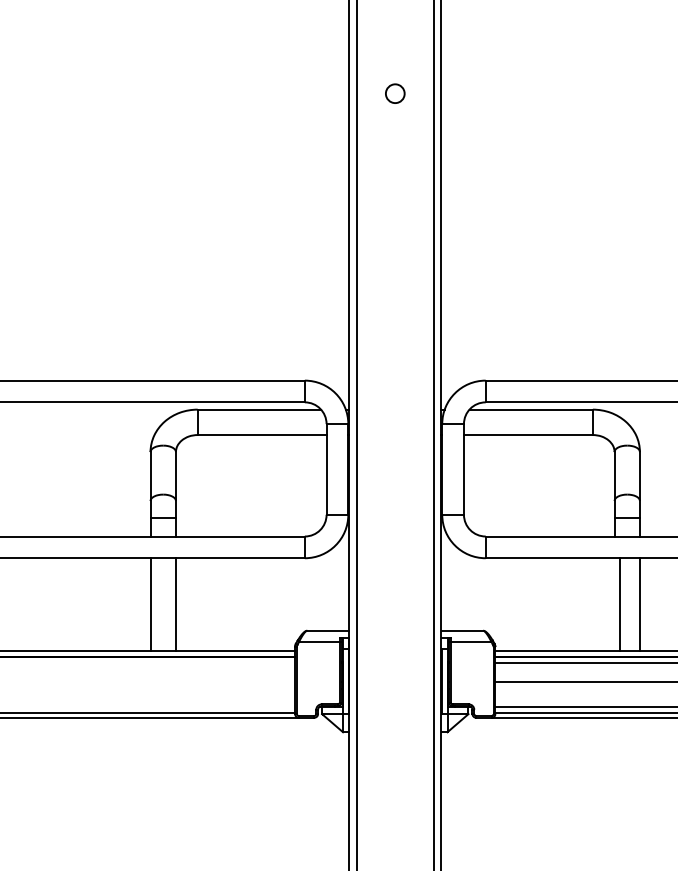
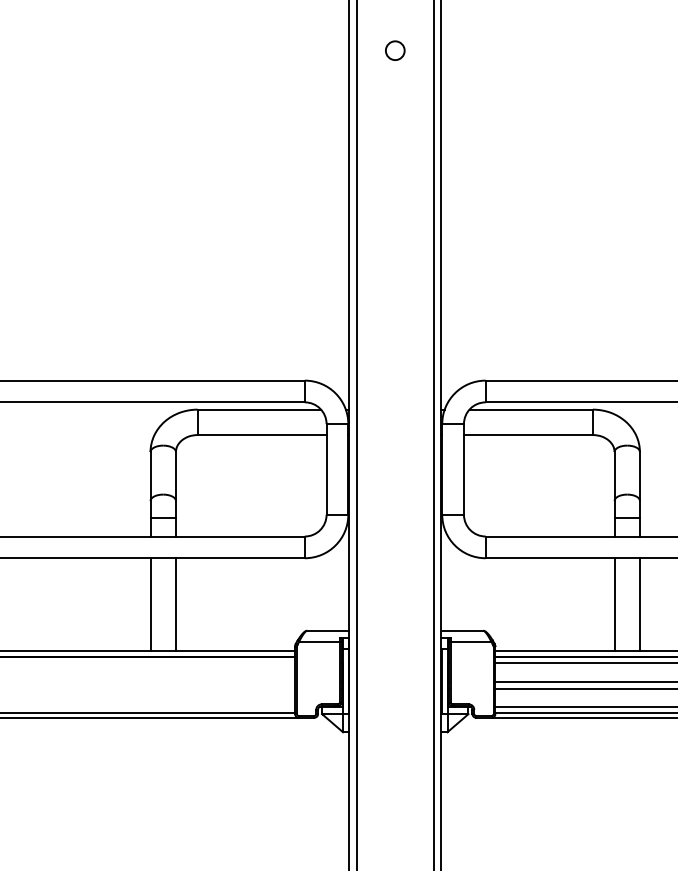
circle at (395, 93) position: (395, 93) -> (395, 50)
line at (619, 604) position: (619, 604) -> (614, 604)
line at (584, 688): none -> present
